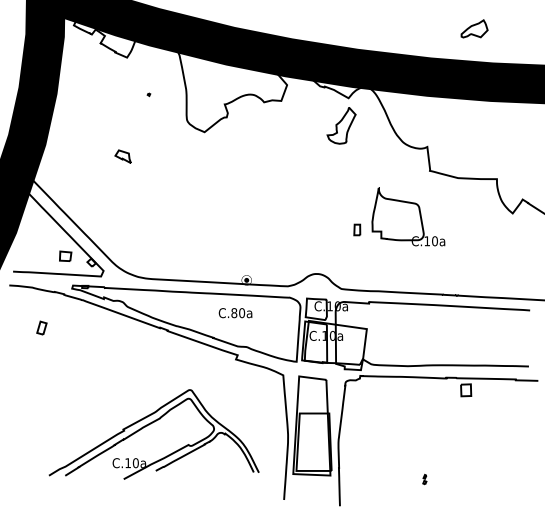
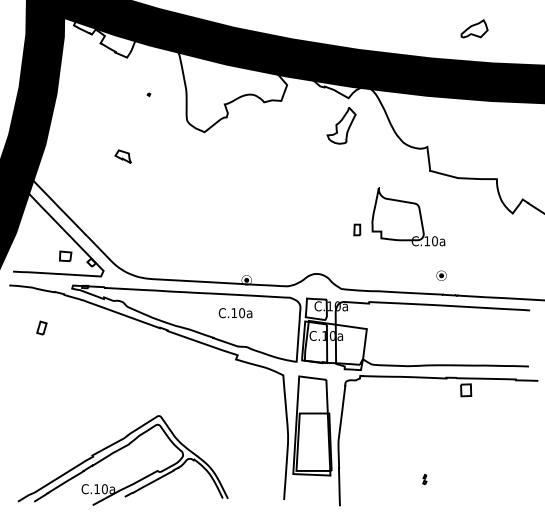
part at (441, 275): none -> present
text at (234, 313): C.80a -> C.10a
part at (149, 425) position: (149, 425) -> (118, 451)
